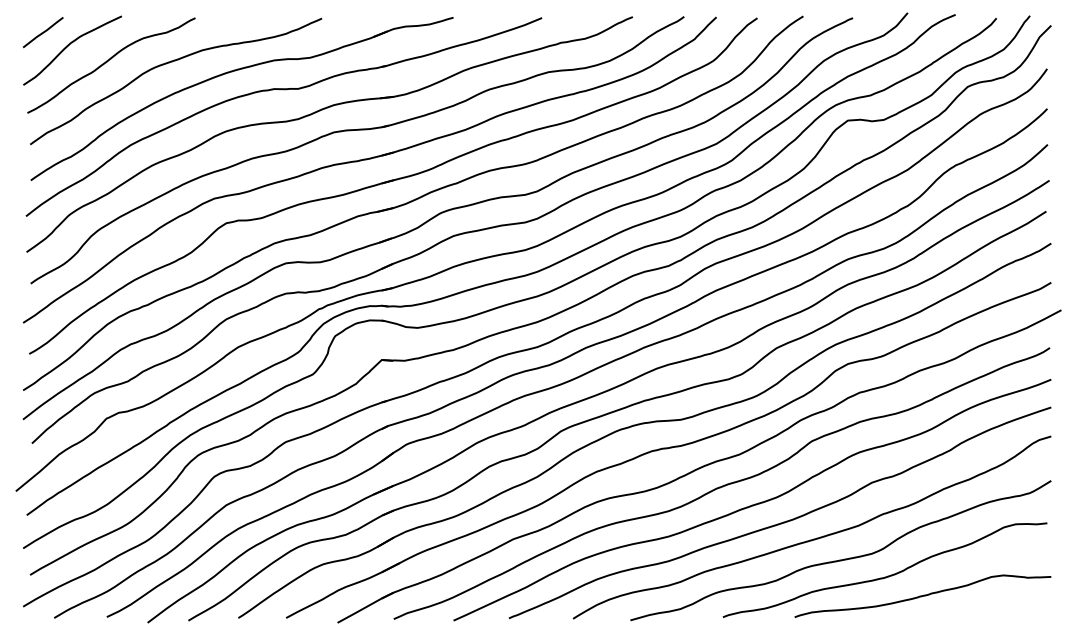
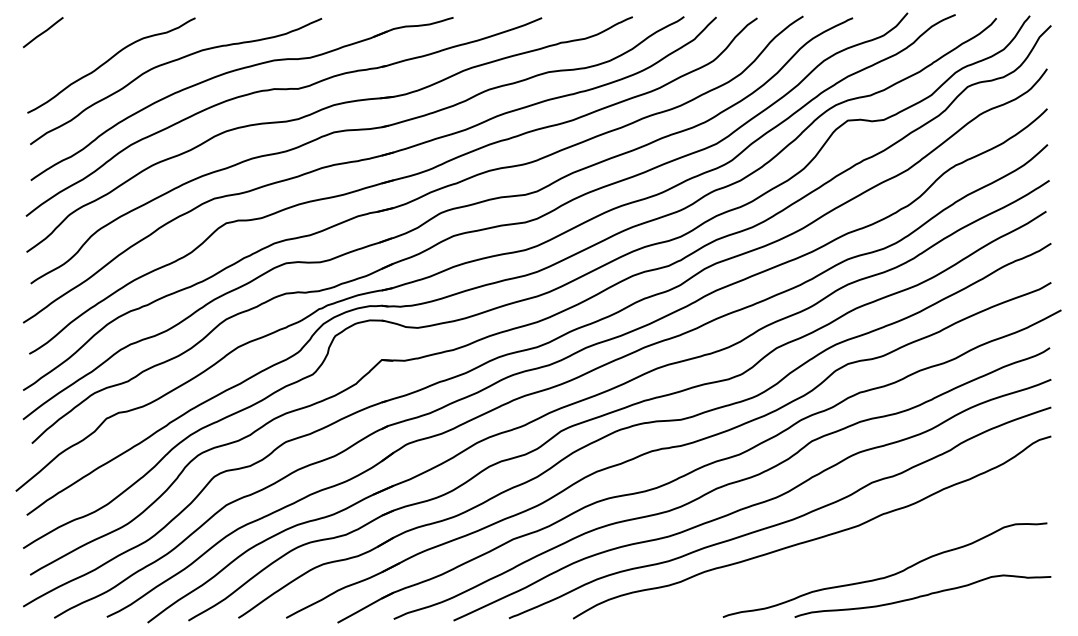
curve at (68, 46): present -> none
curve at (844, 558): present -> none
